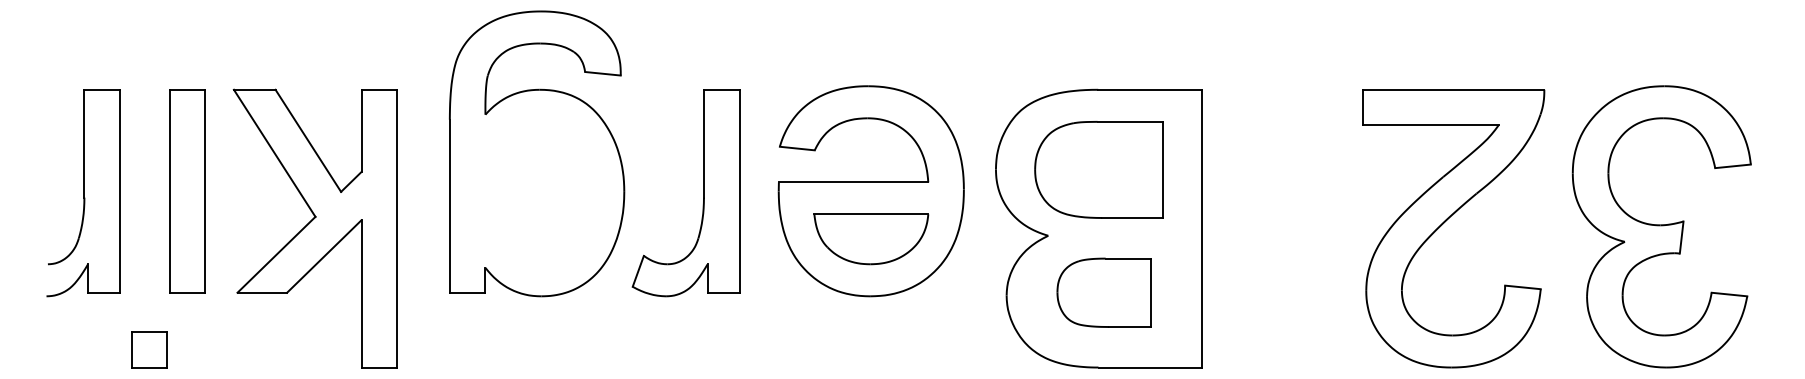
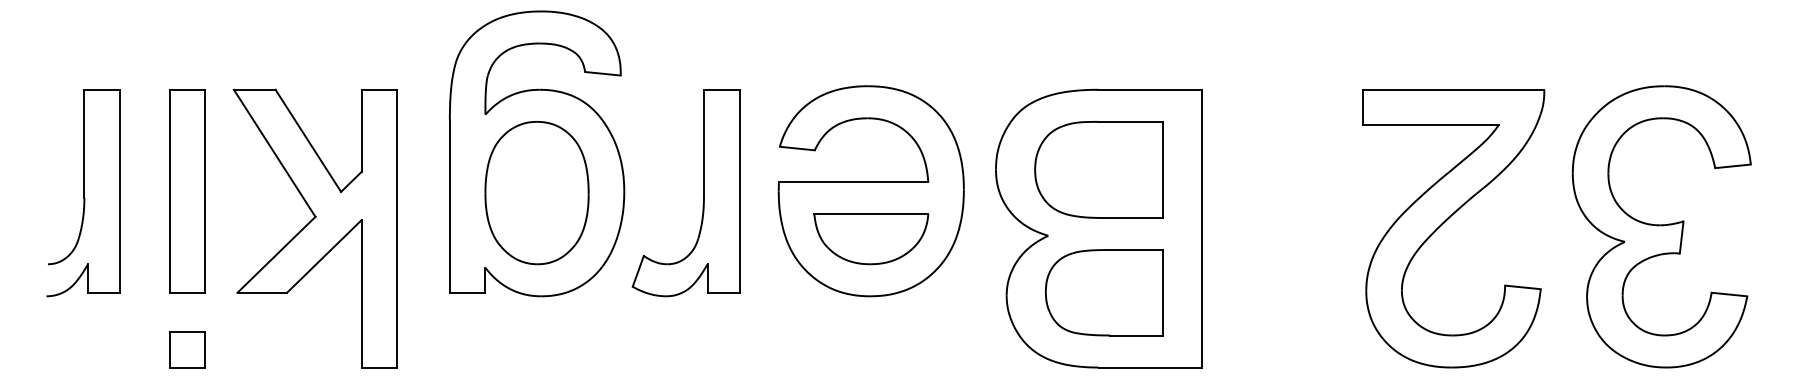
part at (536, 193): none -> present
part at (1103, 292) size: 96x71 px -> 120x88 px
part at (149, 349) position: (149, 349) -> (187, 349)
